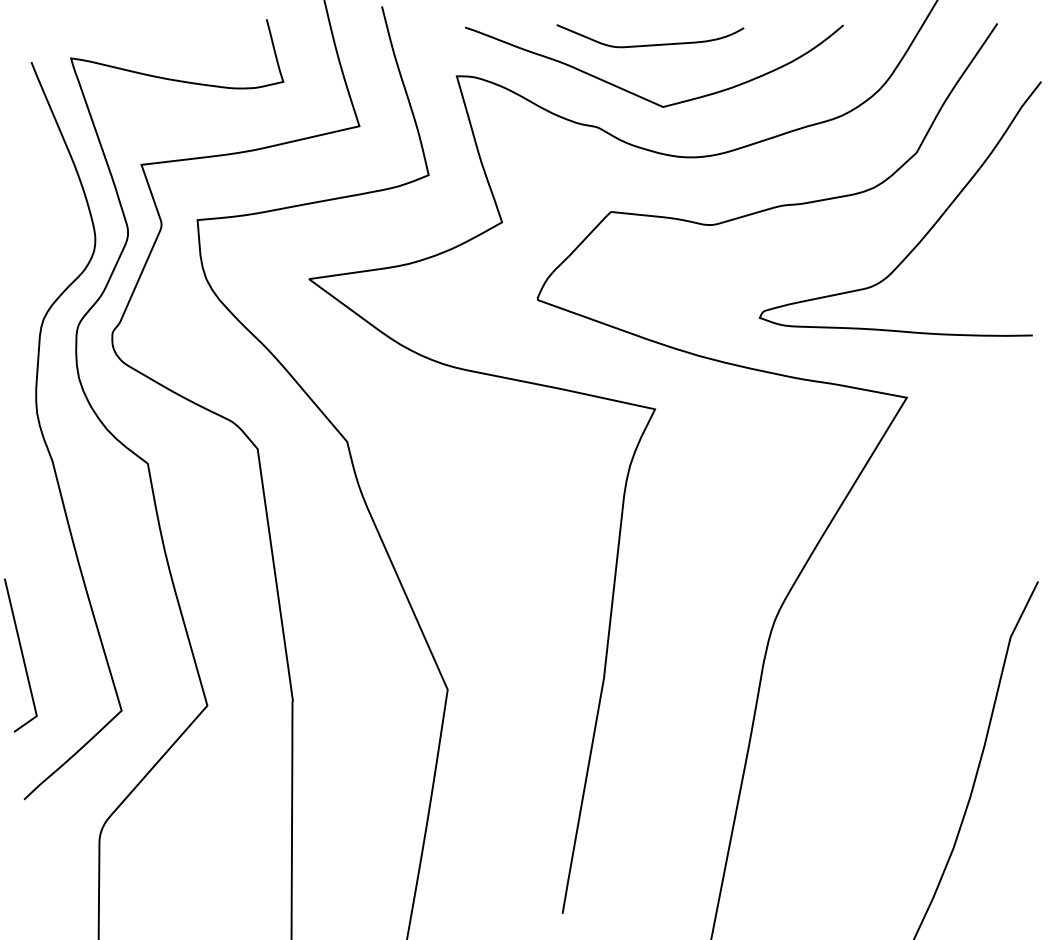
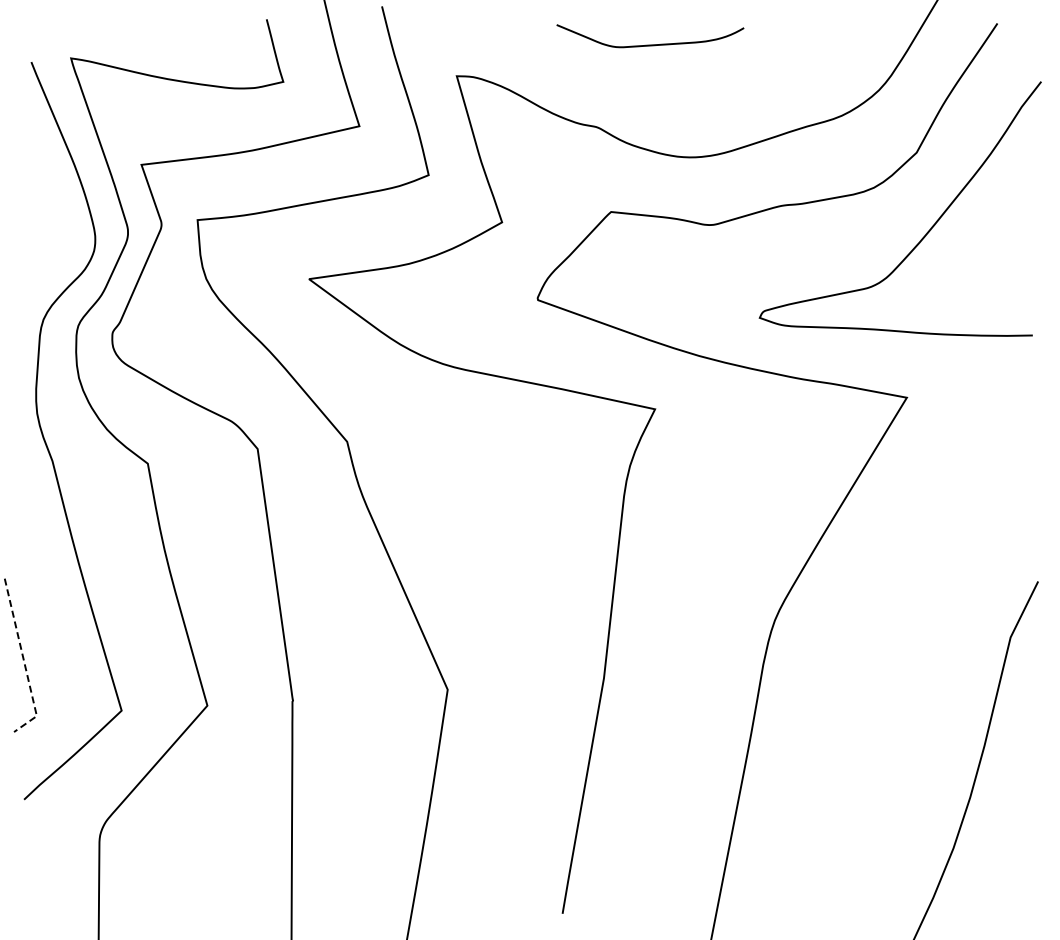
curve at (642, 96): present -> none
line at (24, 661): solid -> dashed
